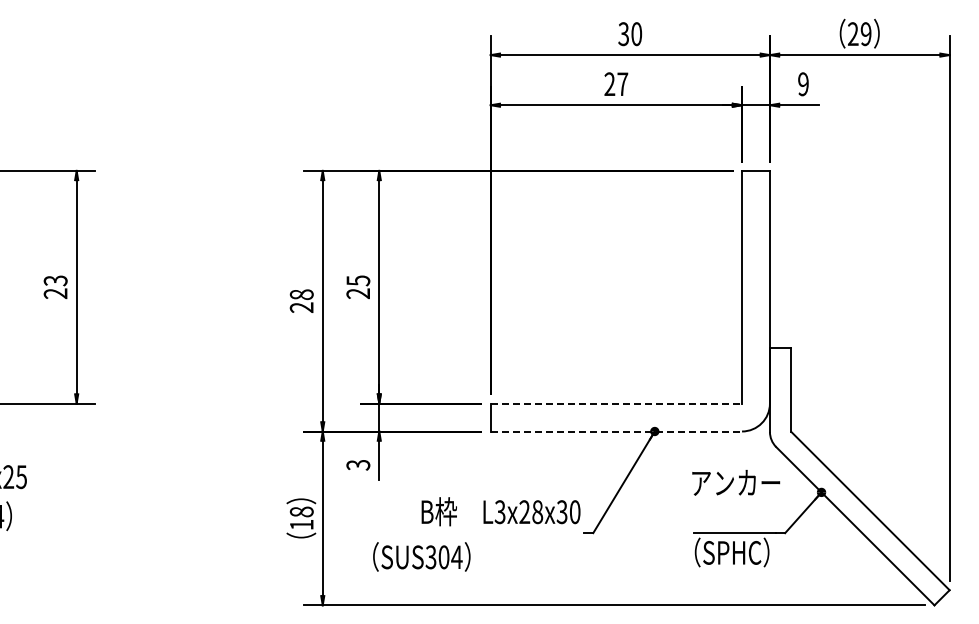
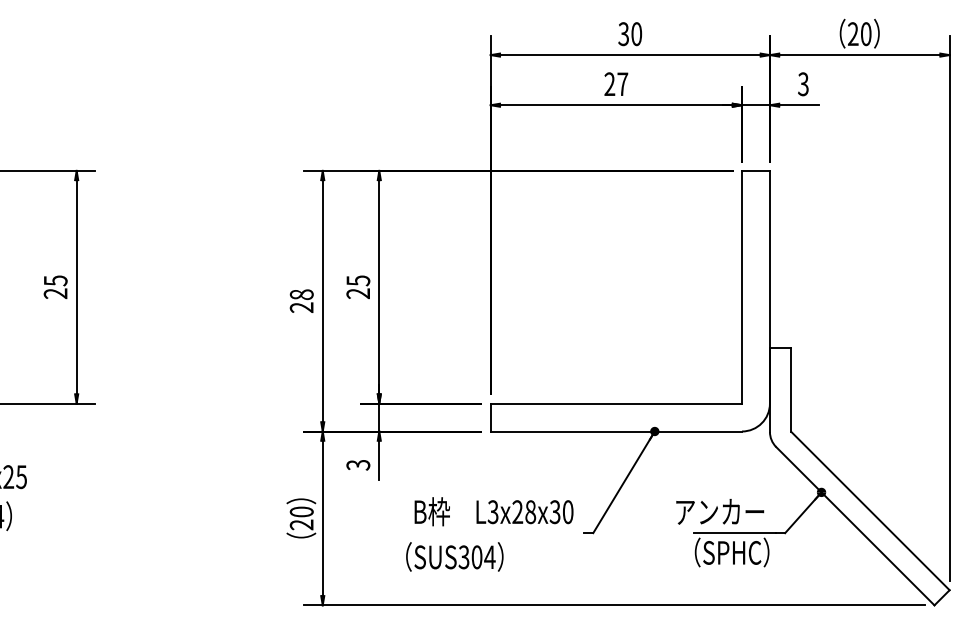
text at (865, 34): 29 -> 20
text at (803, 84): 9 -> 3
text at (54, 280): 23 -> 25
line at (616, 403): dashed -> solid
line at (616, 431): dashed -> solid
text at (736, 482) position: (736, 482) -> (720, 511)
text at (500, 511) position: (500, 511) -> (493, 511)
text at (301, 518): 18 -> 20
text at (421, 556) position: (421, 556) -> (454, 556)
